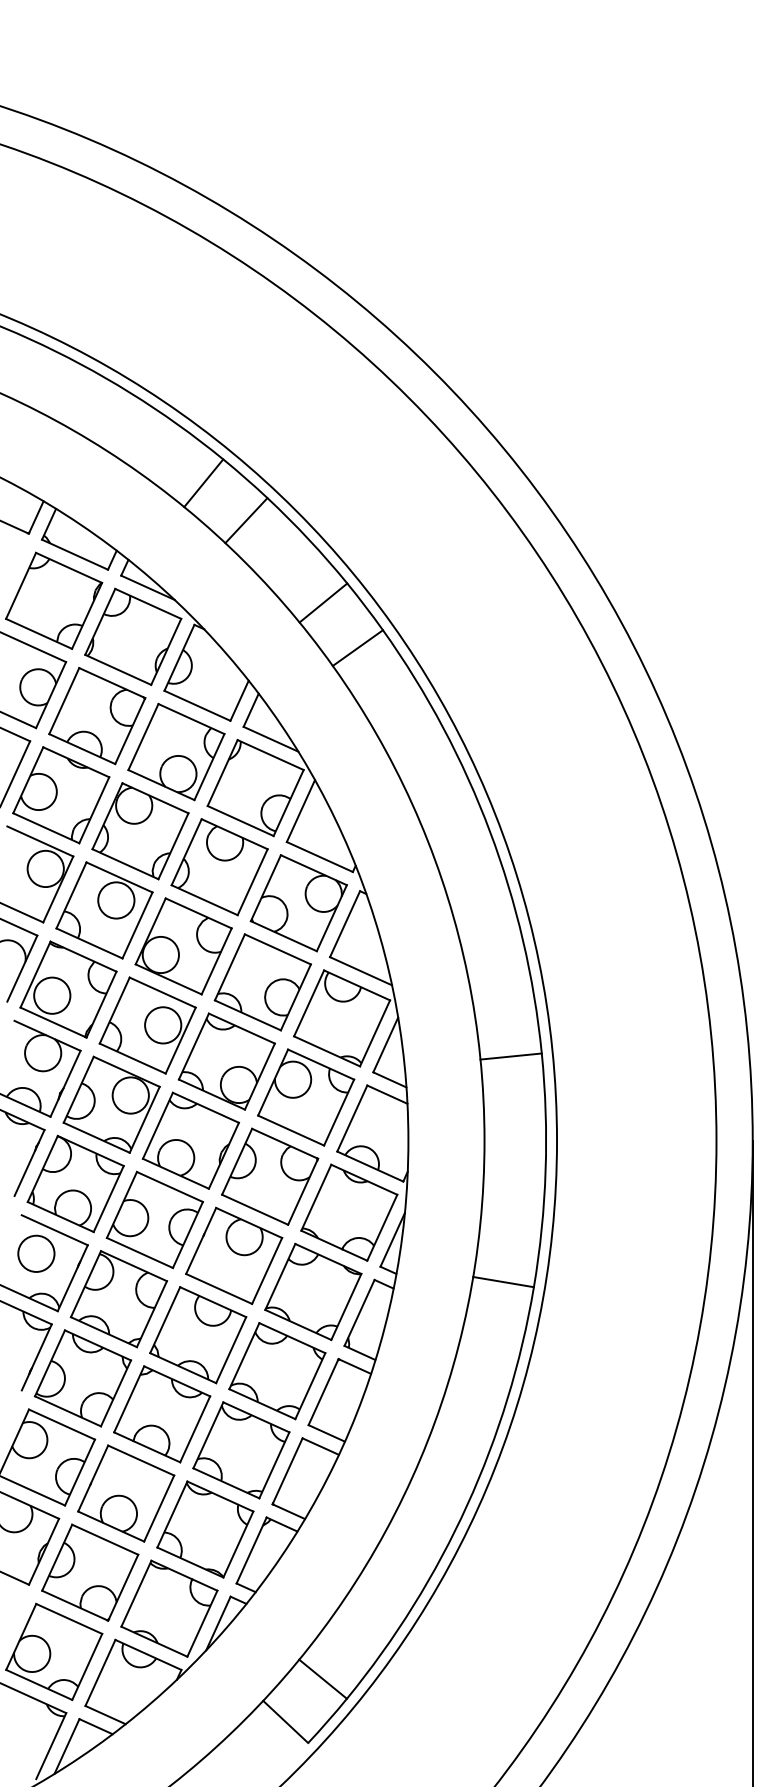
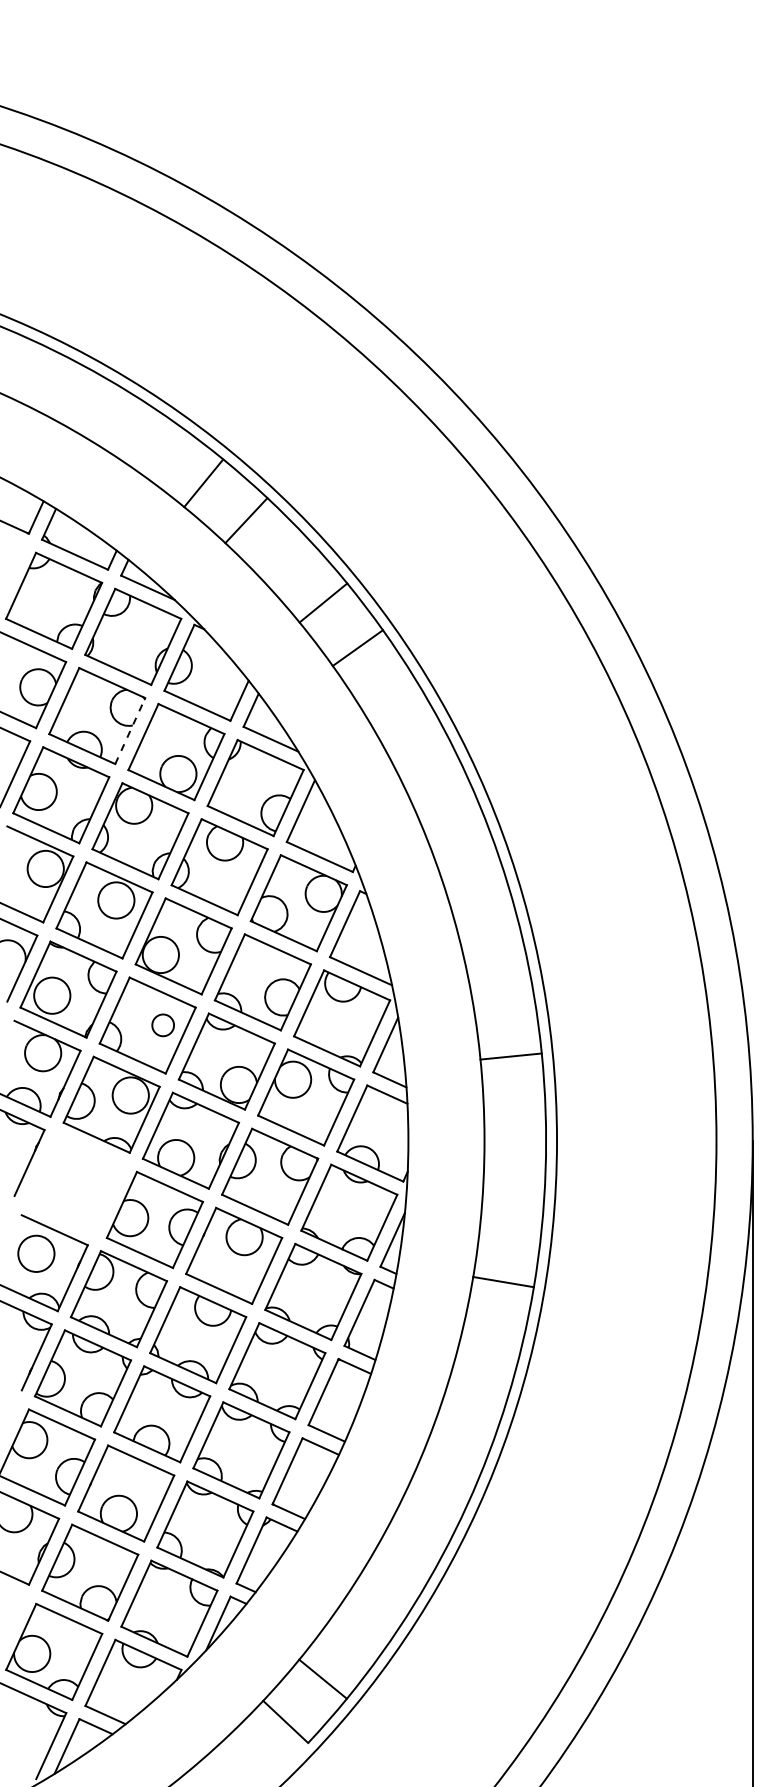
line at (130, 730): solid -> dashed
circle at (163, 1025) diameter: 36 px -> 22 px
part at (75, 1183): present -> none
